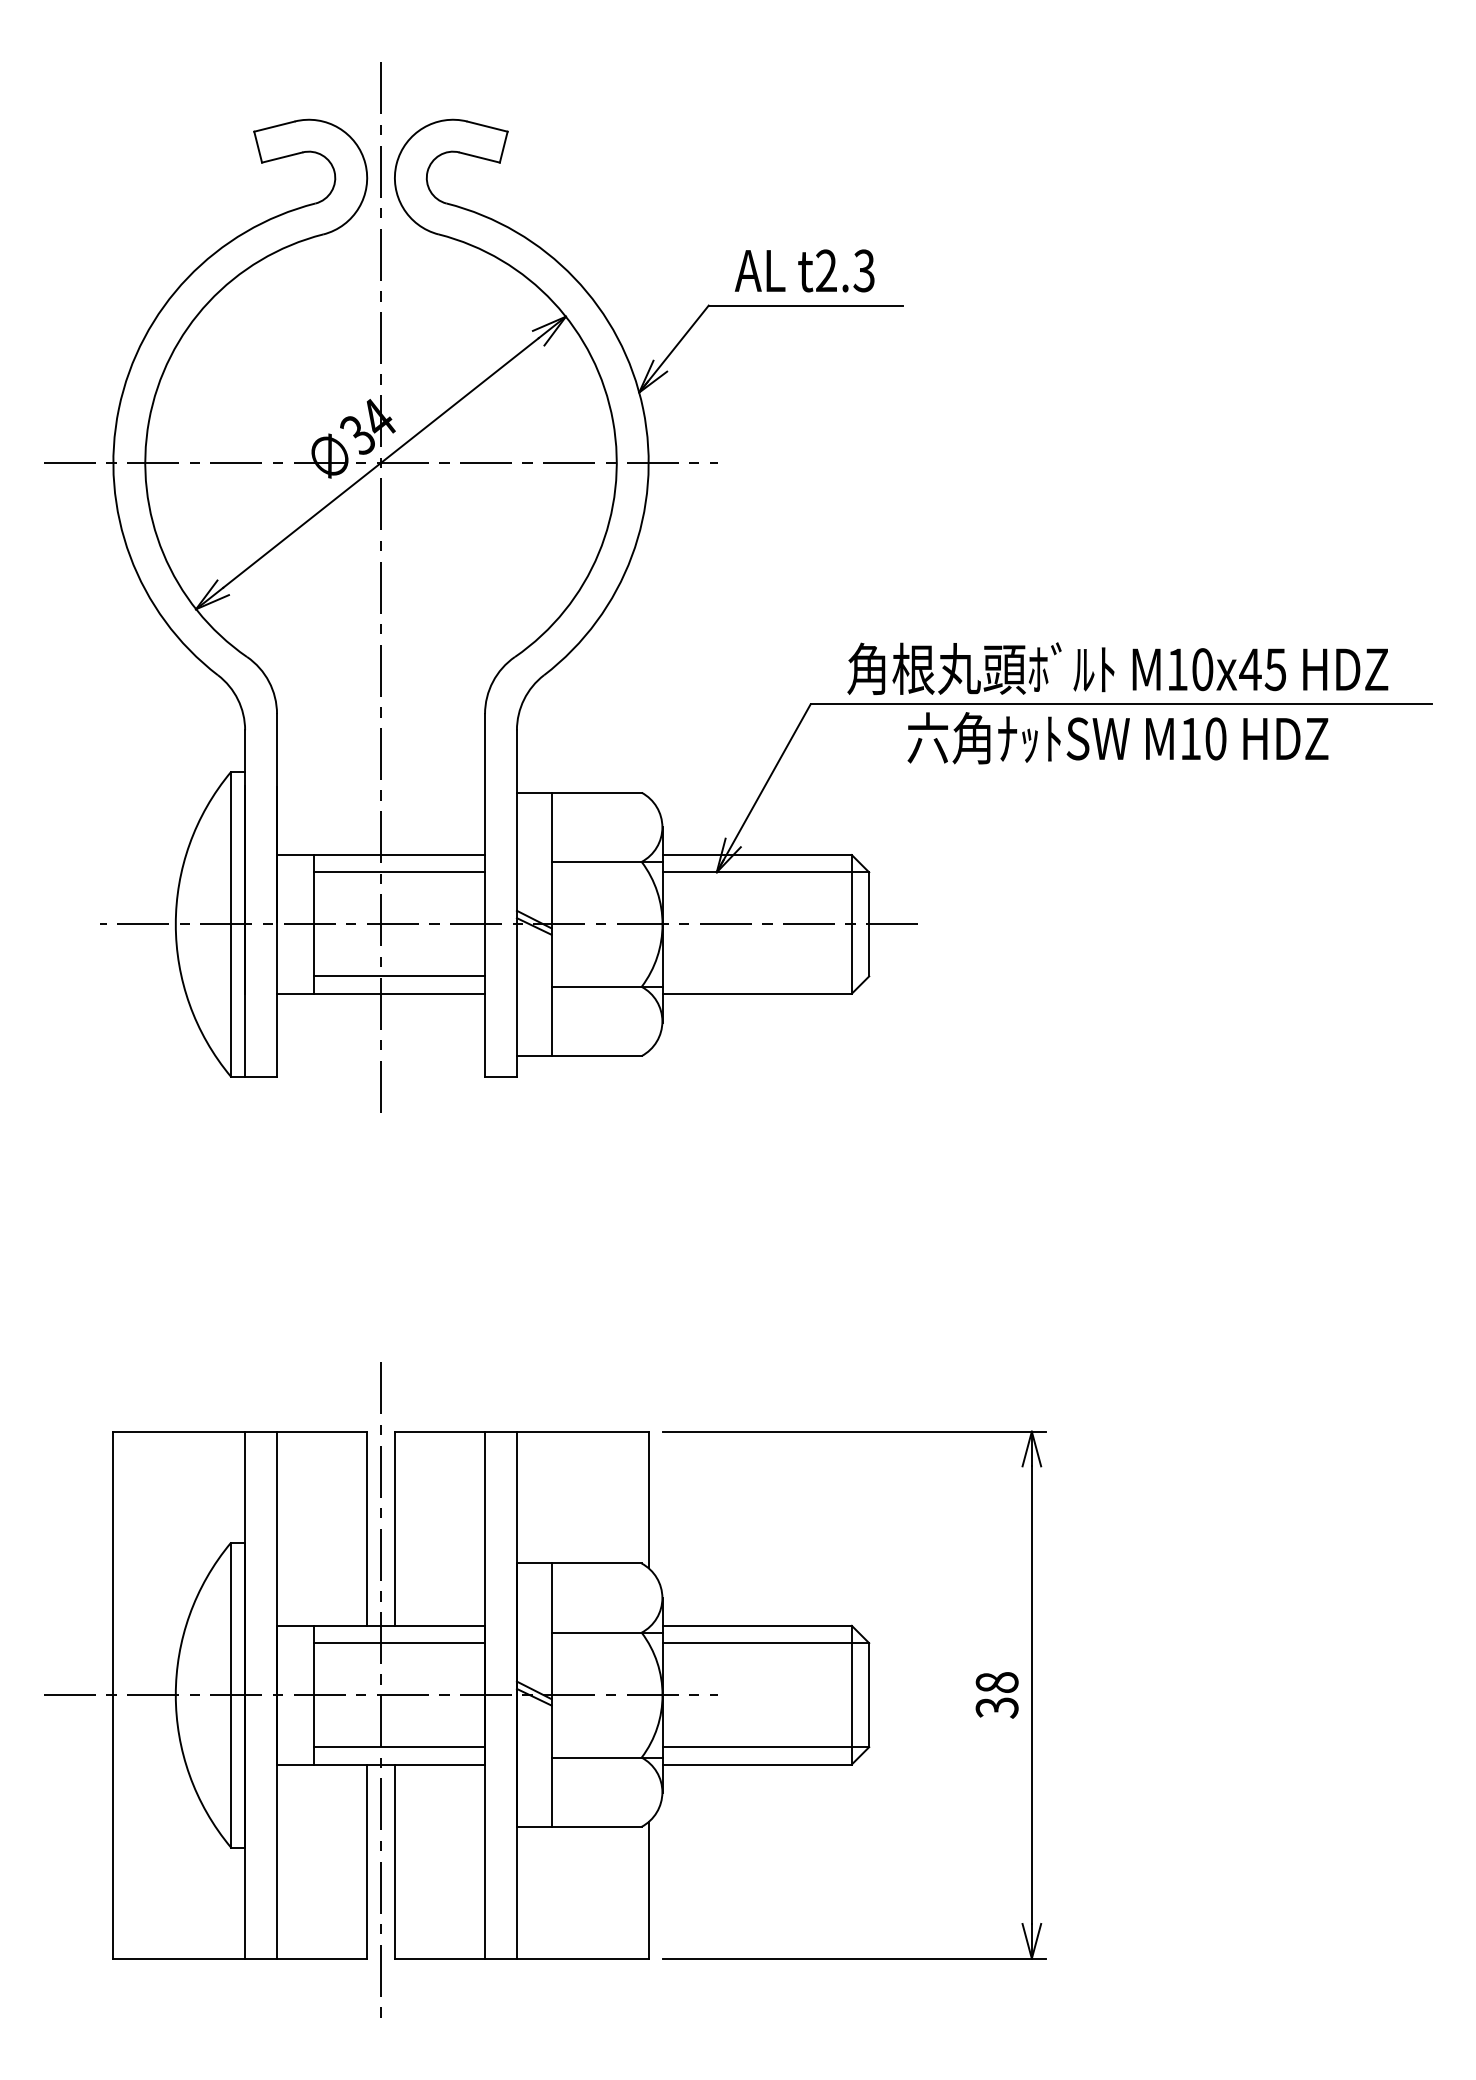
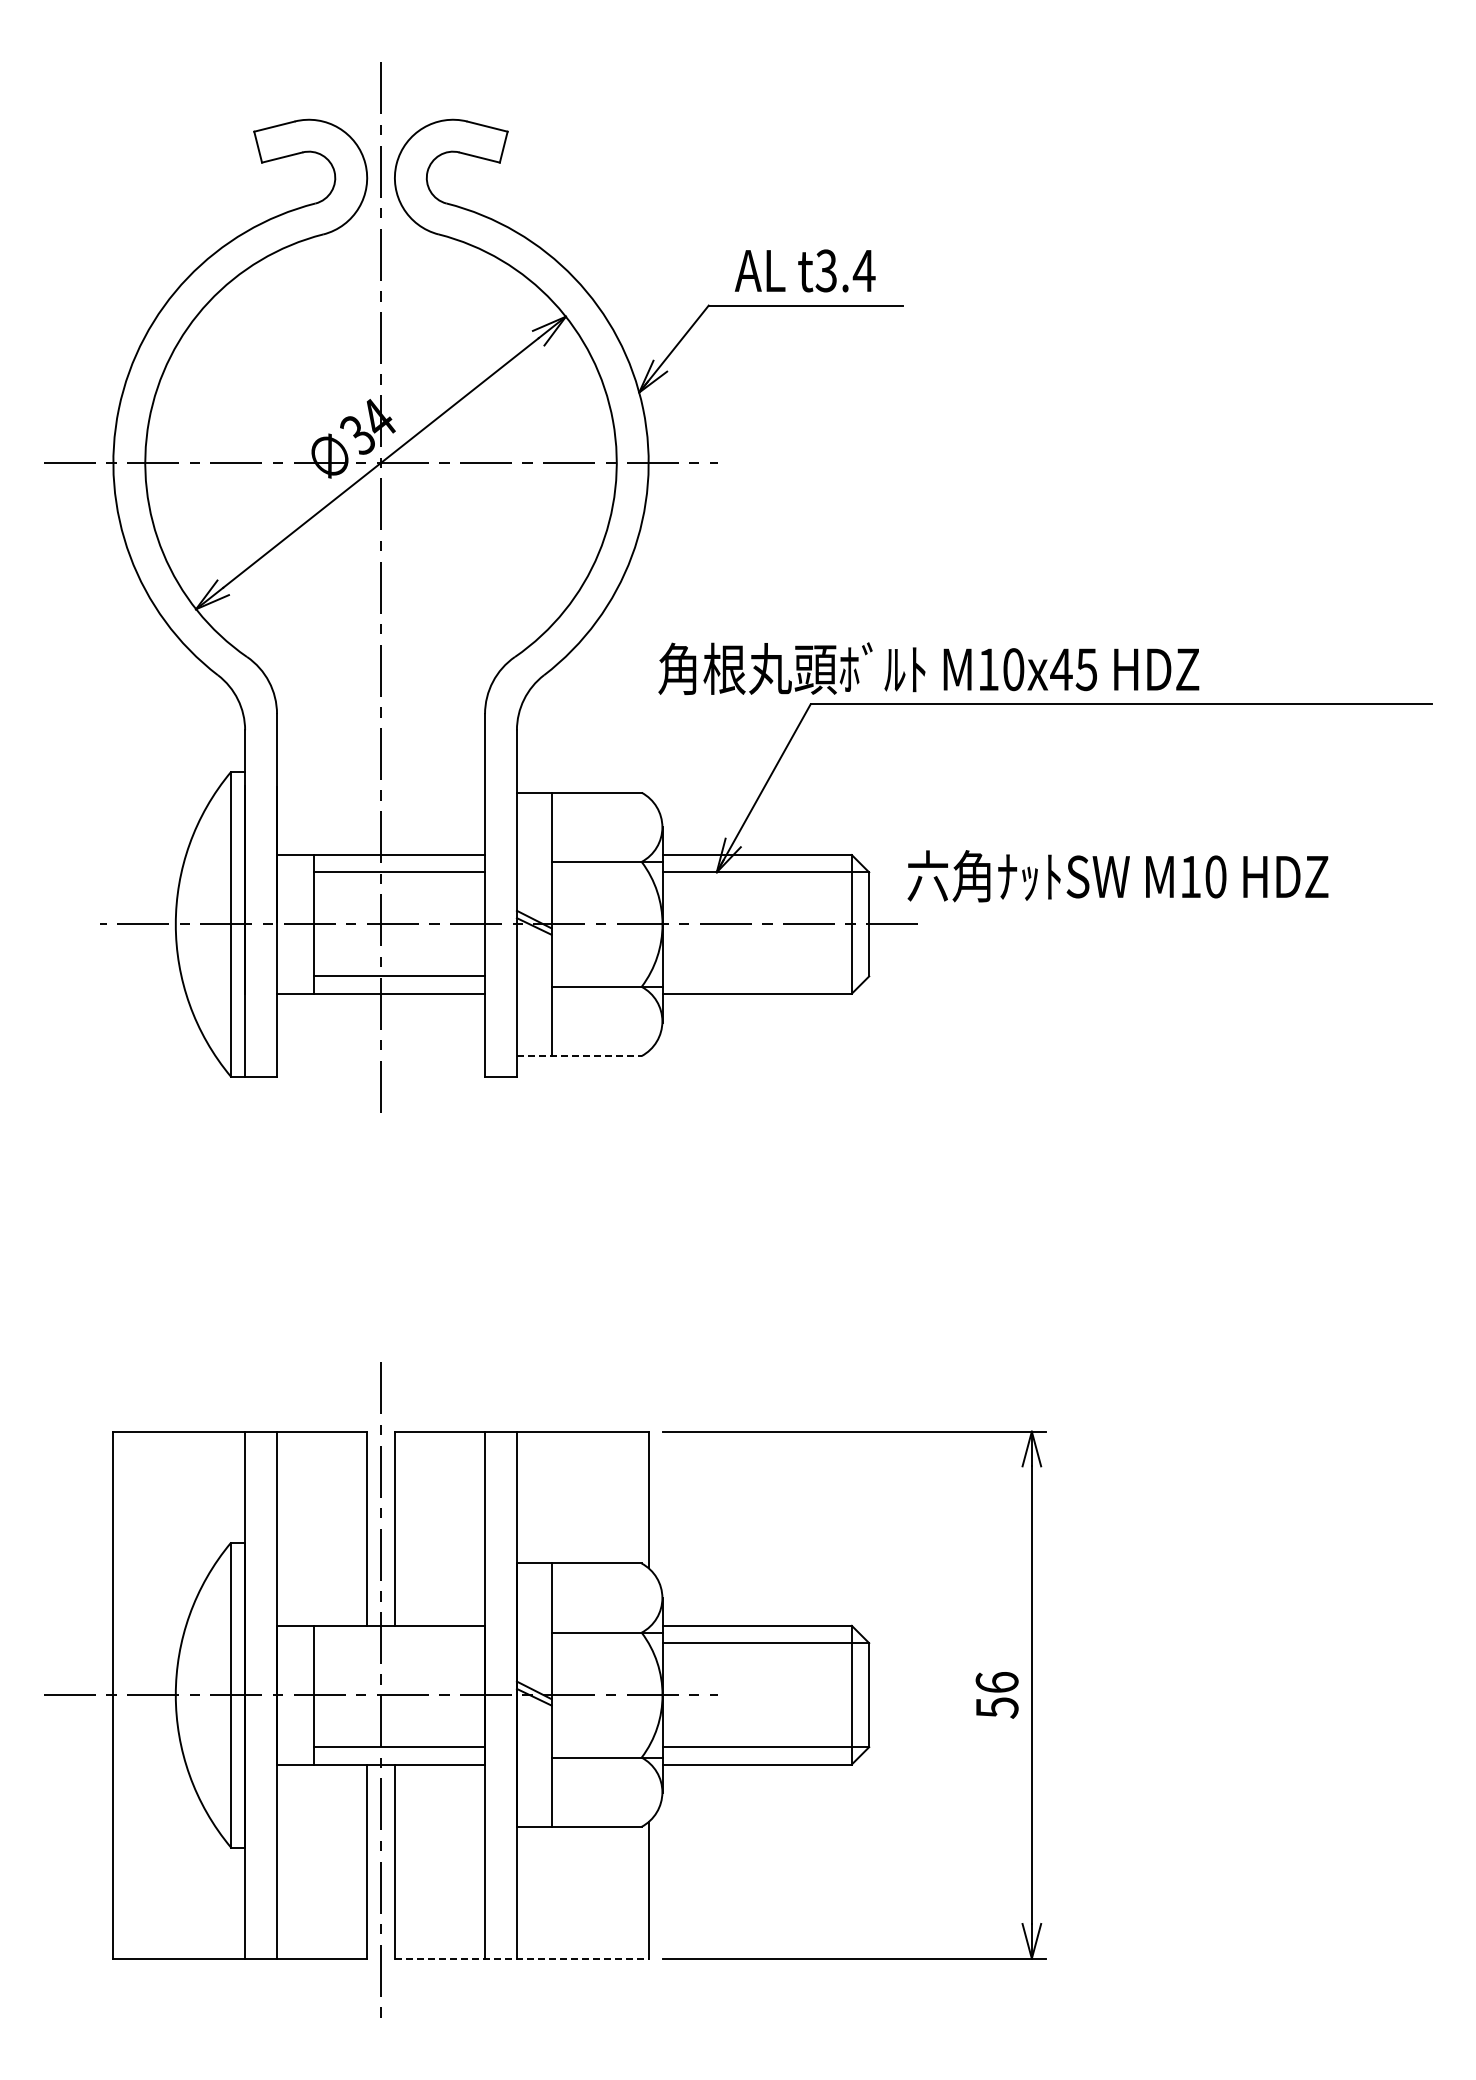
text at (845, 270): t2.3 -> t3.4
text at (1117, 668) position: (1117, 668) -> (928, 668)
text at (1117, 738) position: (1117, 738) -> (1117, 876)
line at (579, 1056): solid -> dashed
line at (399, 1643): present -> none
text at (996, 1695): 38 -> 56
line at (521, 1958): solid -> dashed
